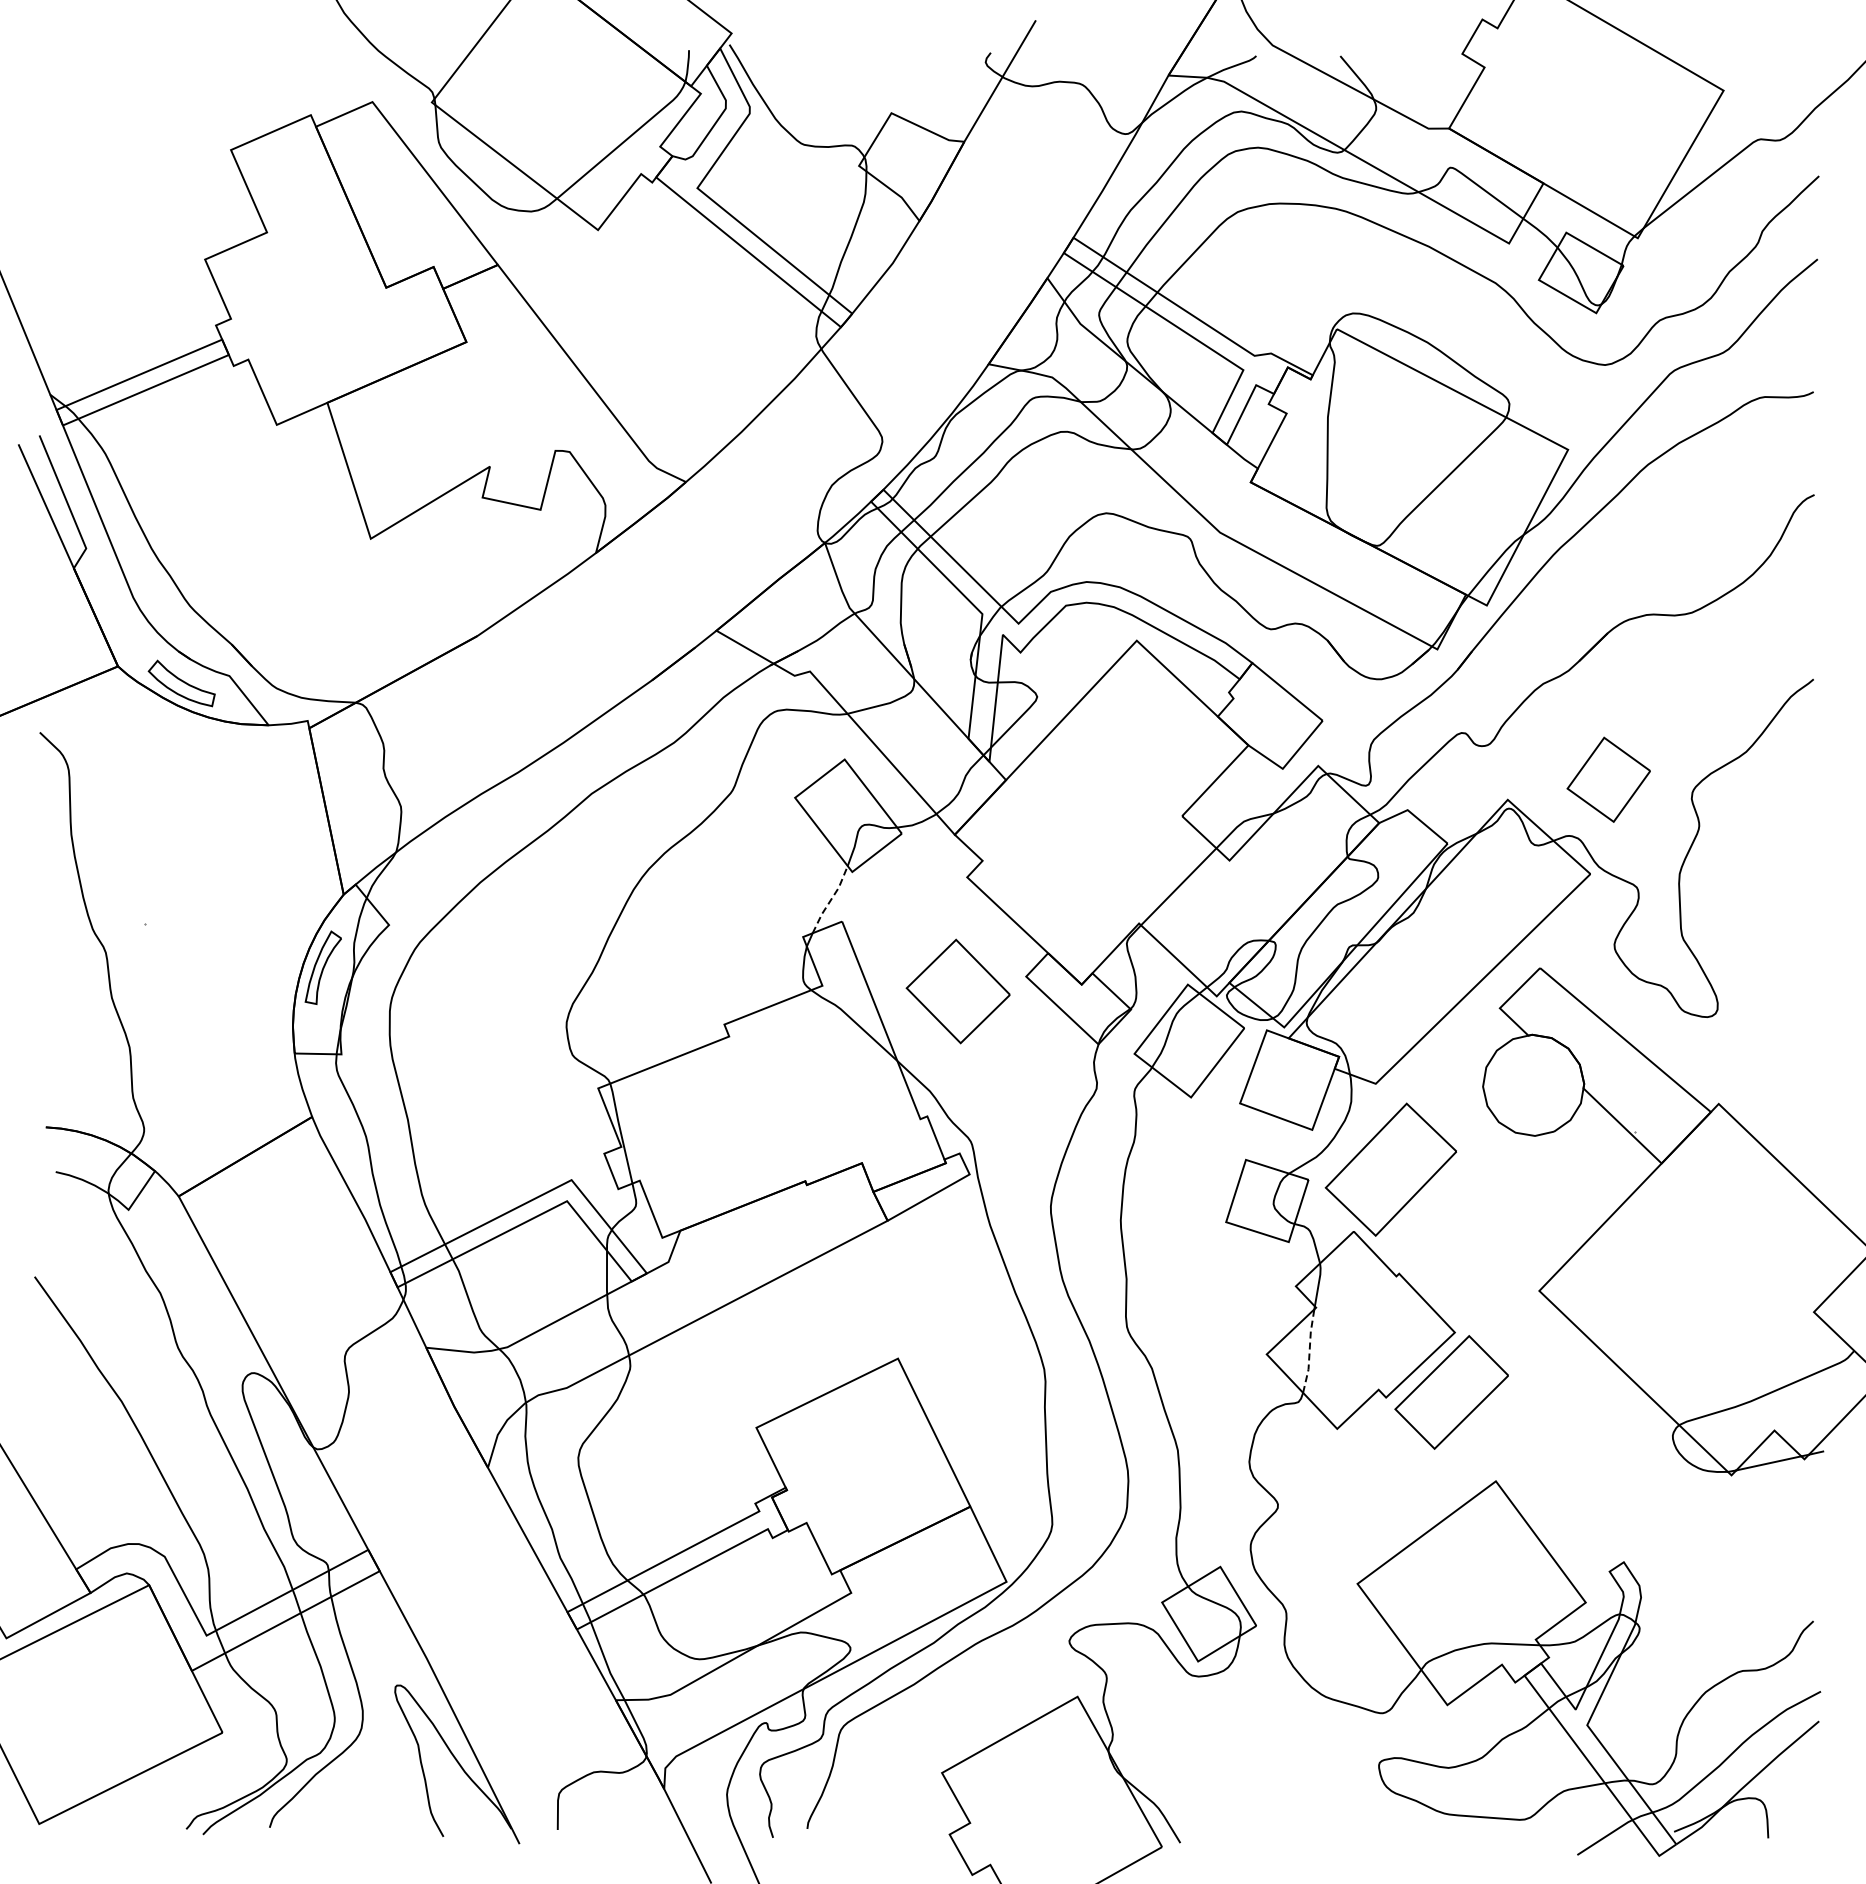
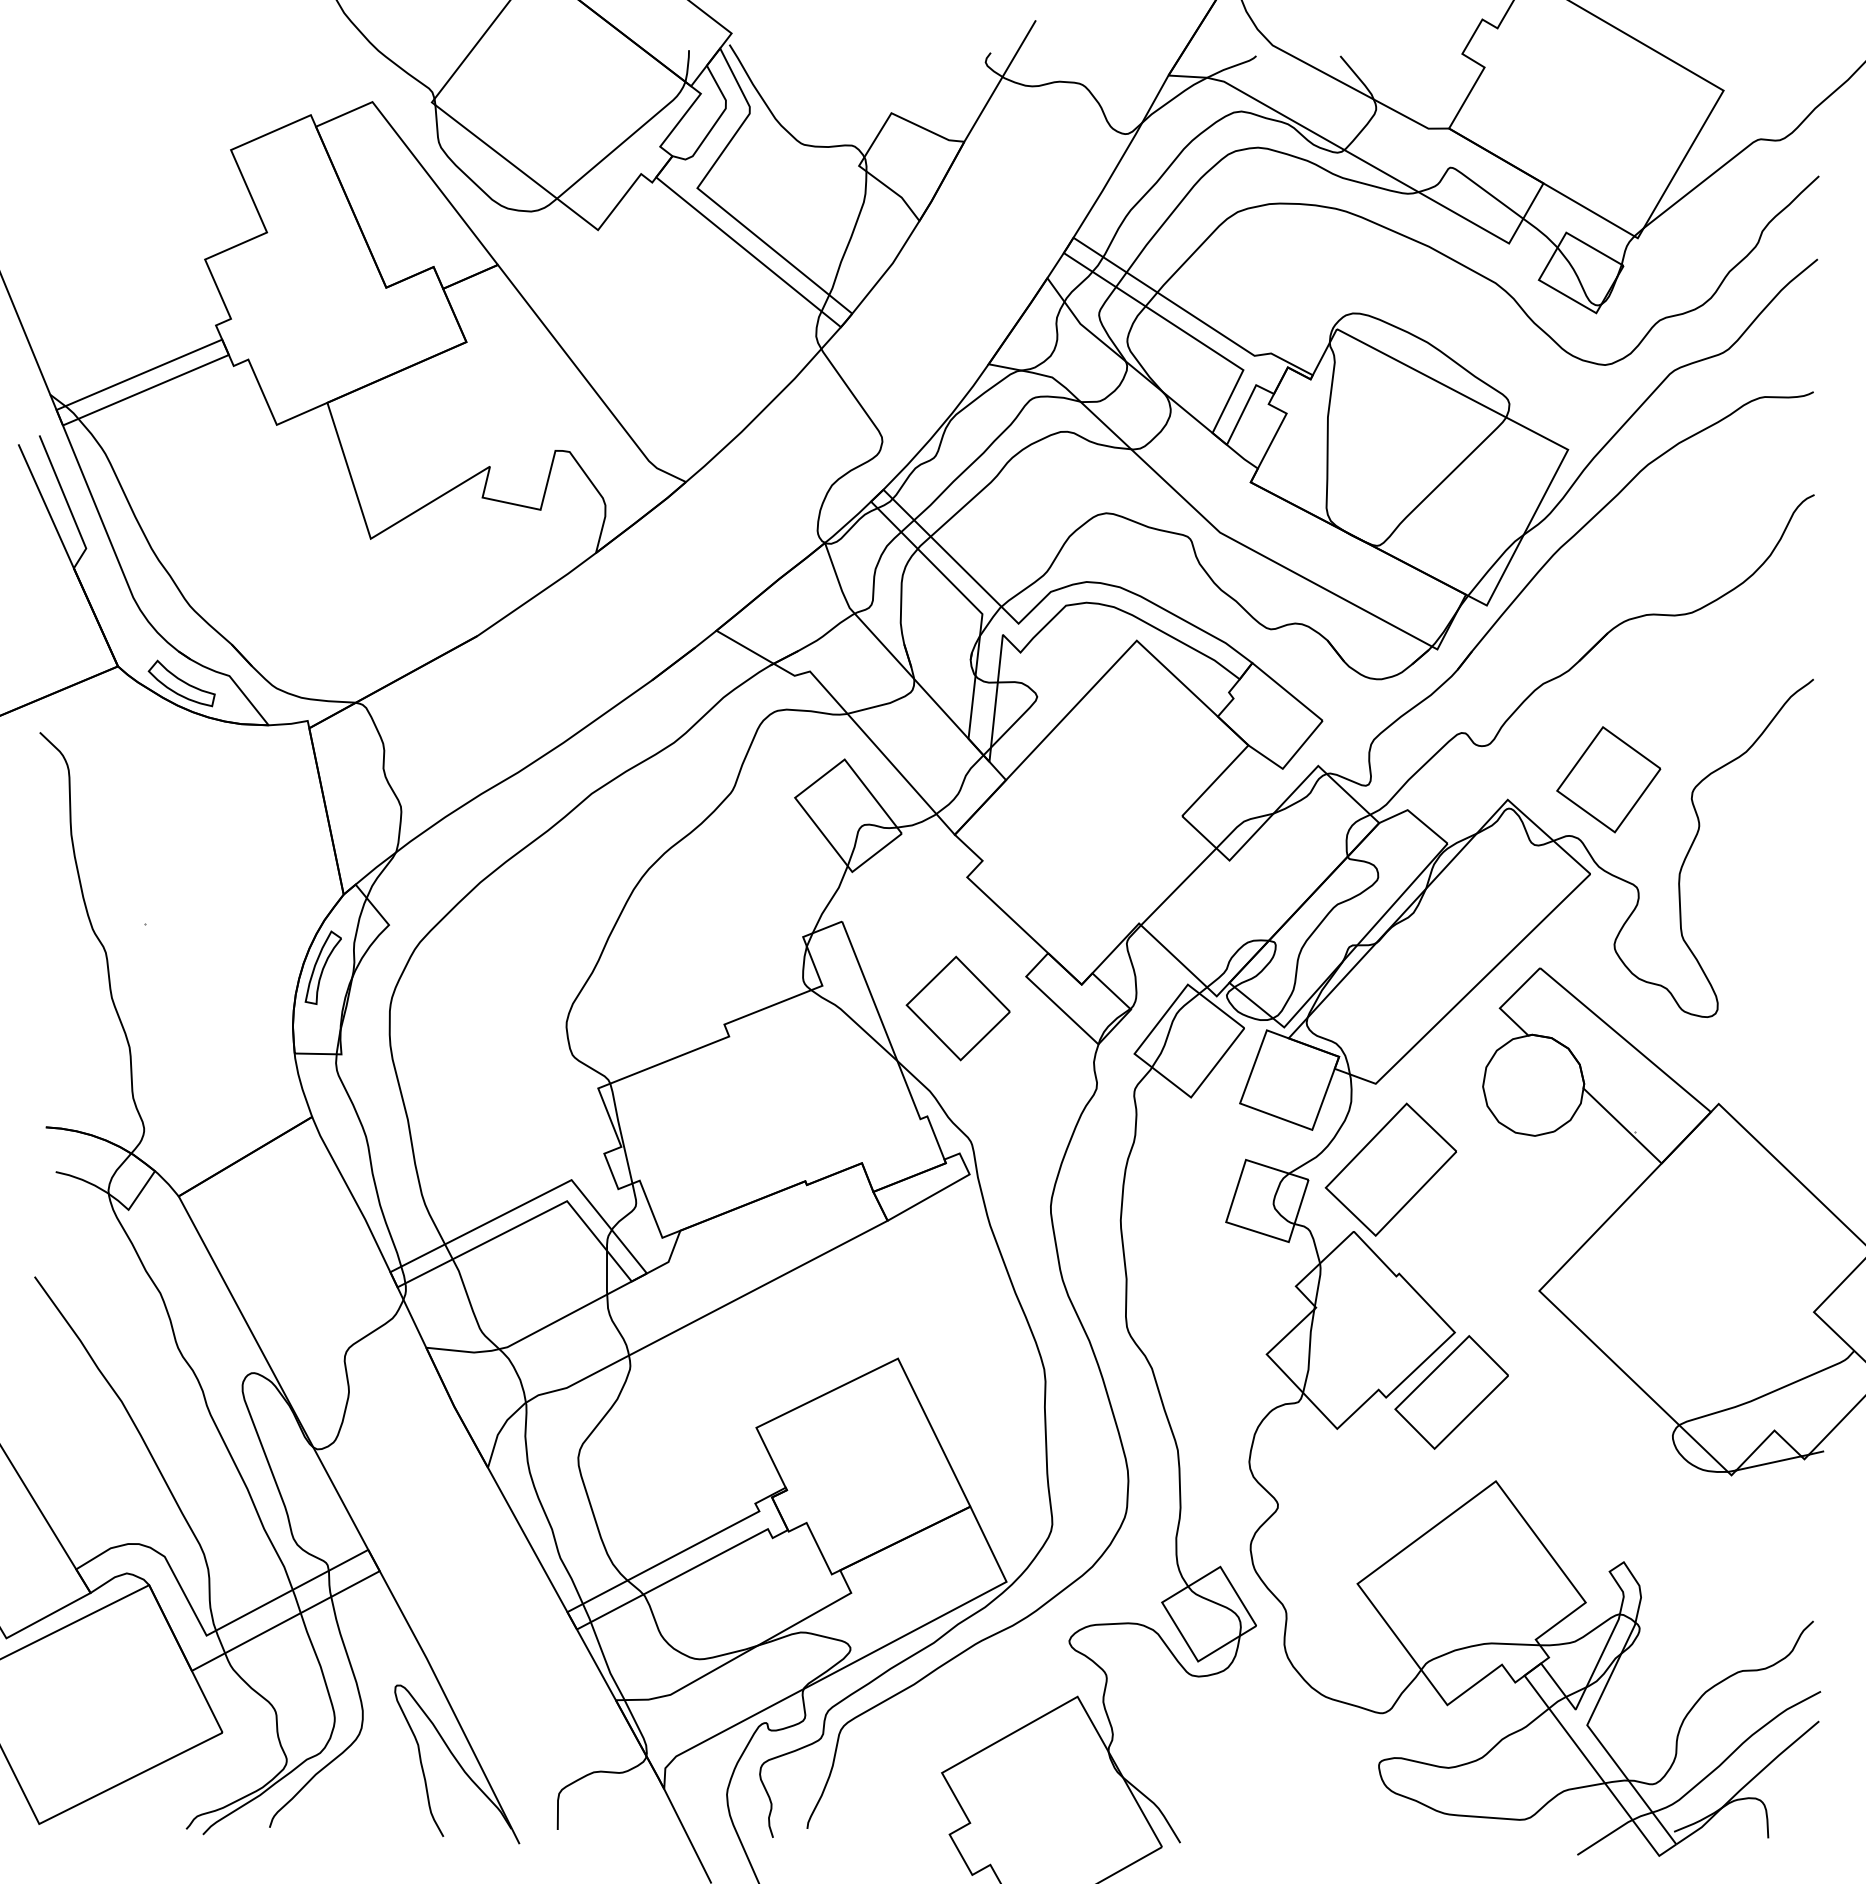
part at (1608, 779) size: 85x87 px -> 106x108 px
line at (830, 900): dashed -> solid
part at (957, 991) position: (957, 991) -> (957, 1008)
line at (1309, 1351): dashed -> solid
